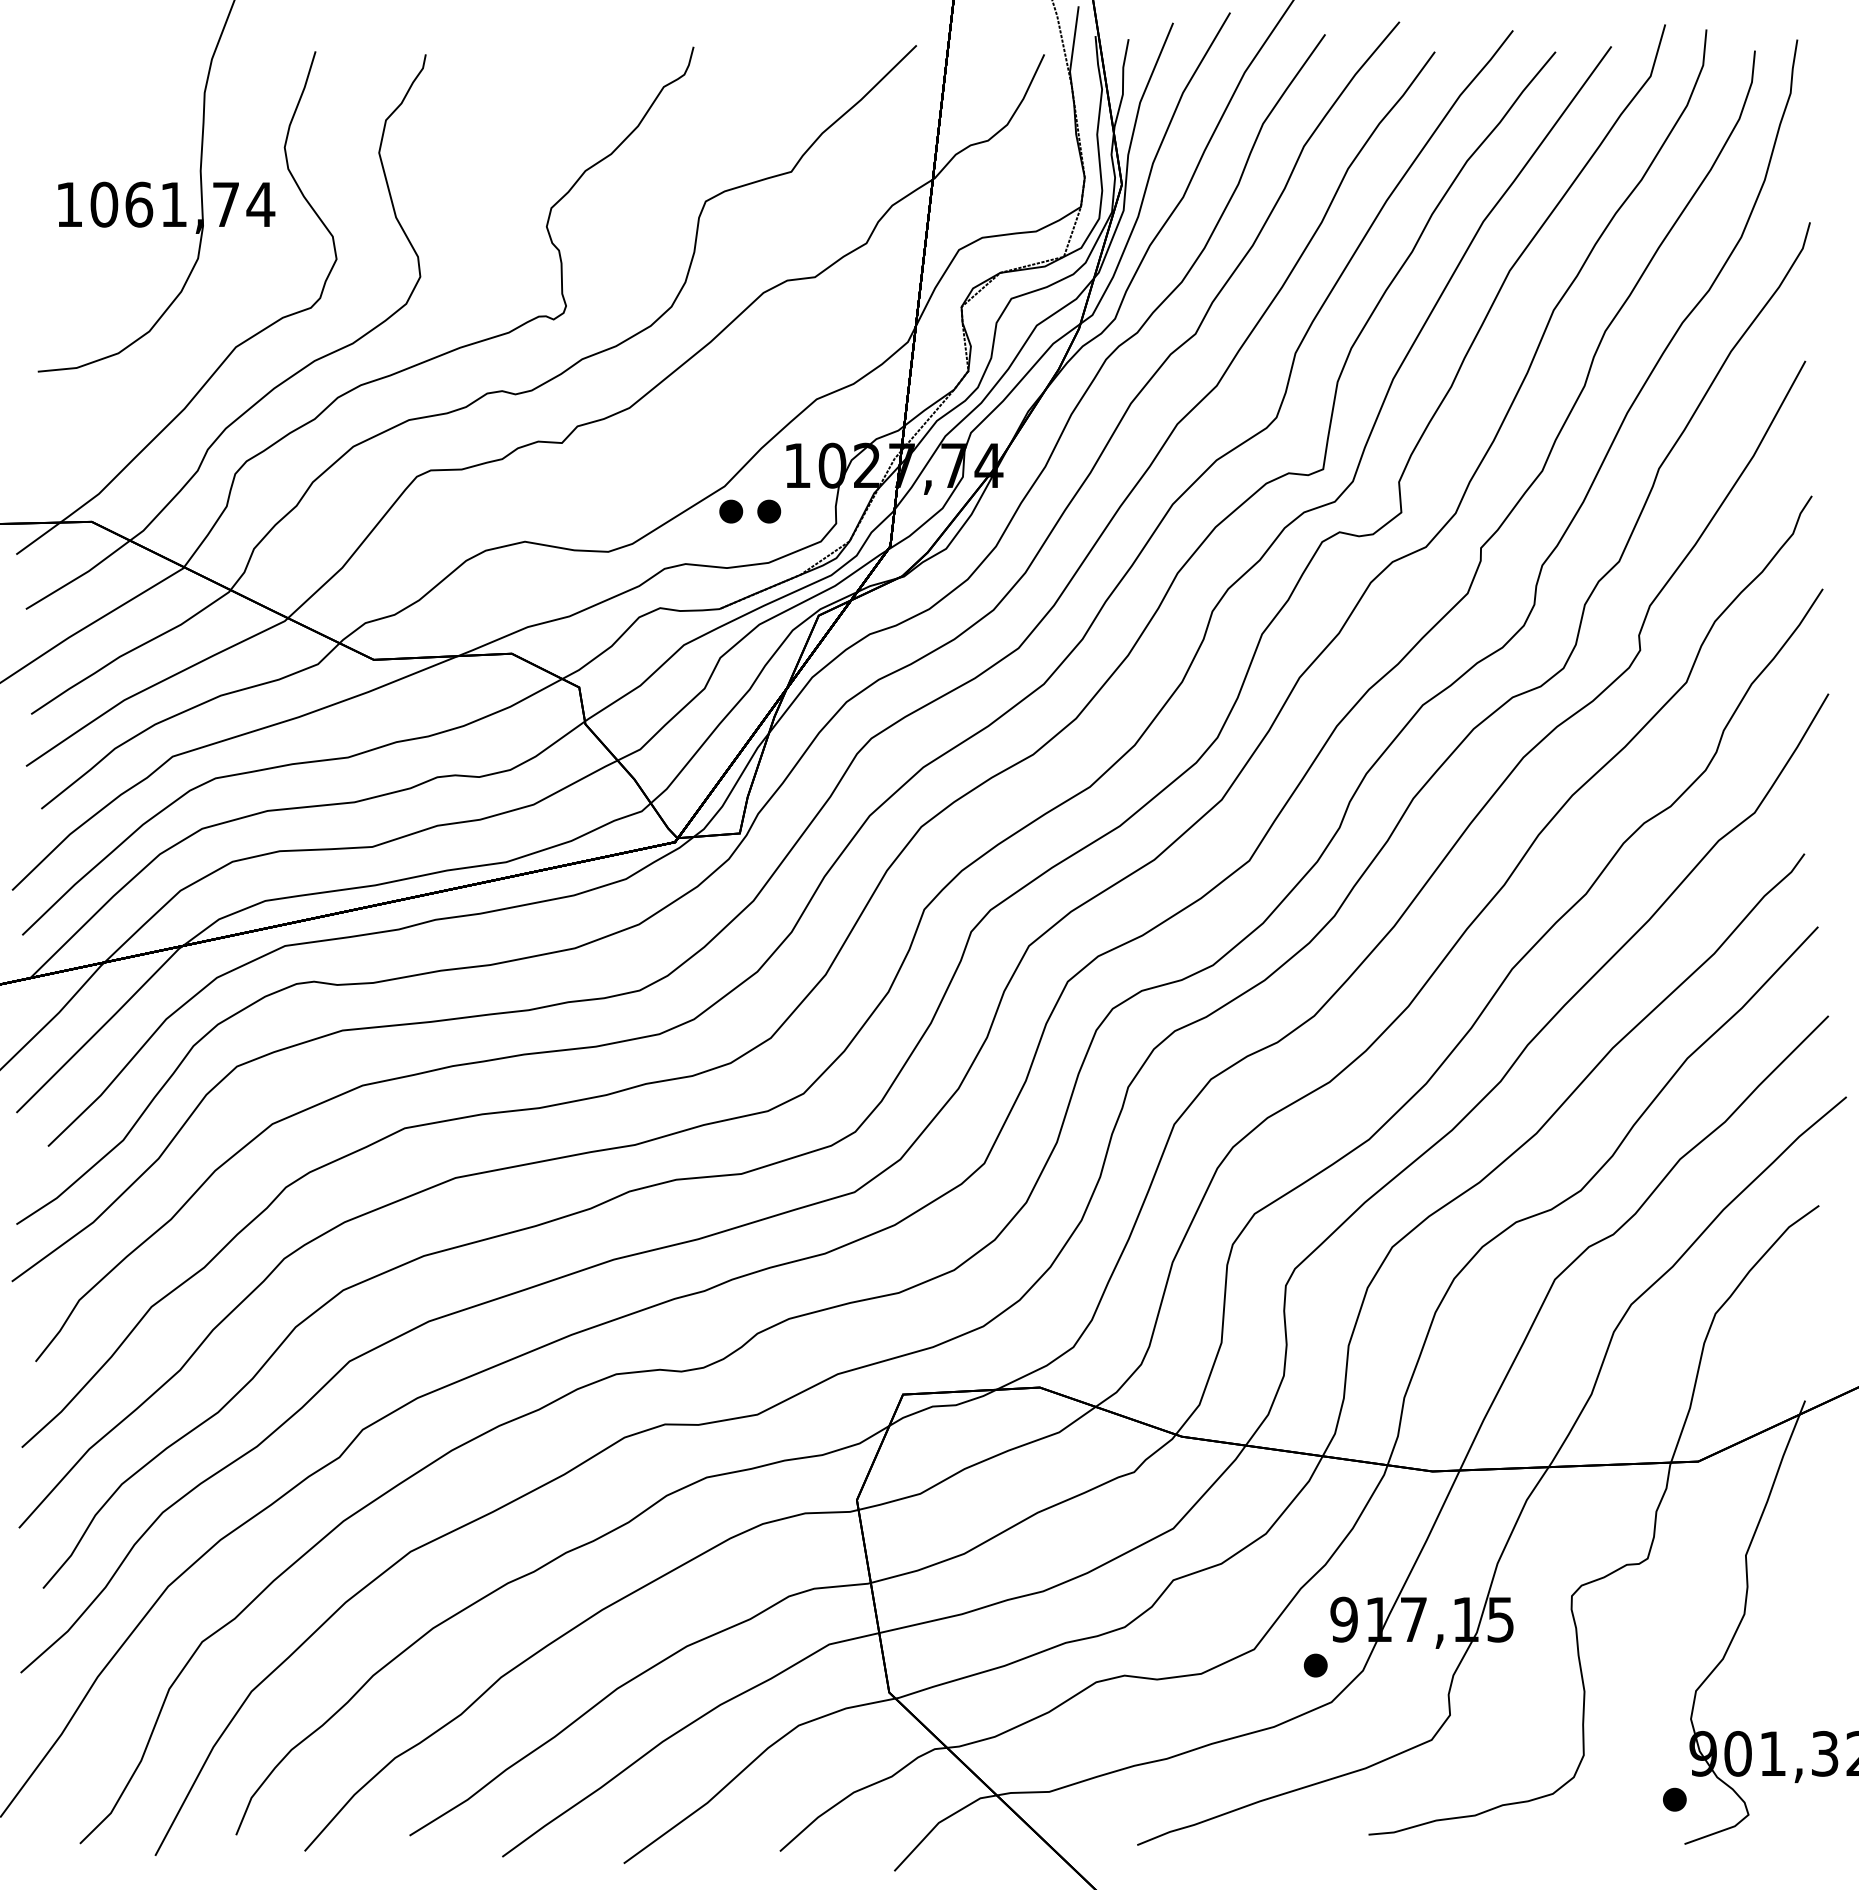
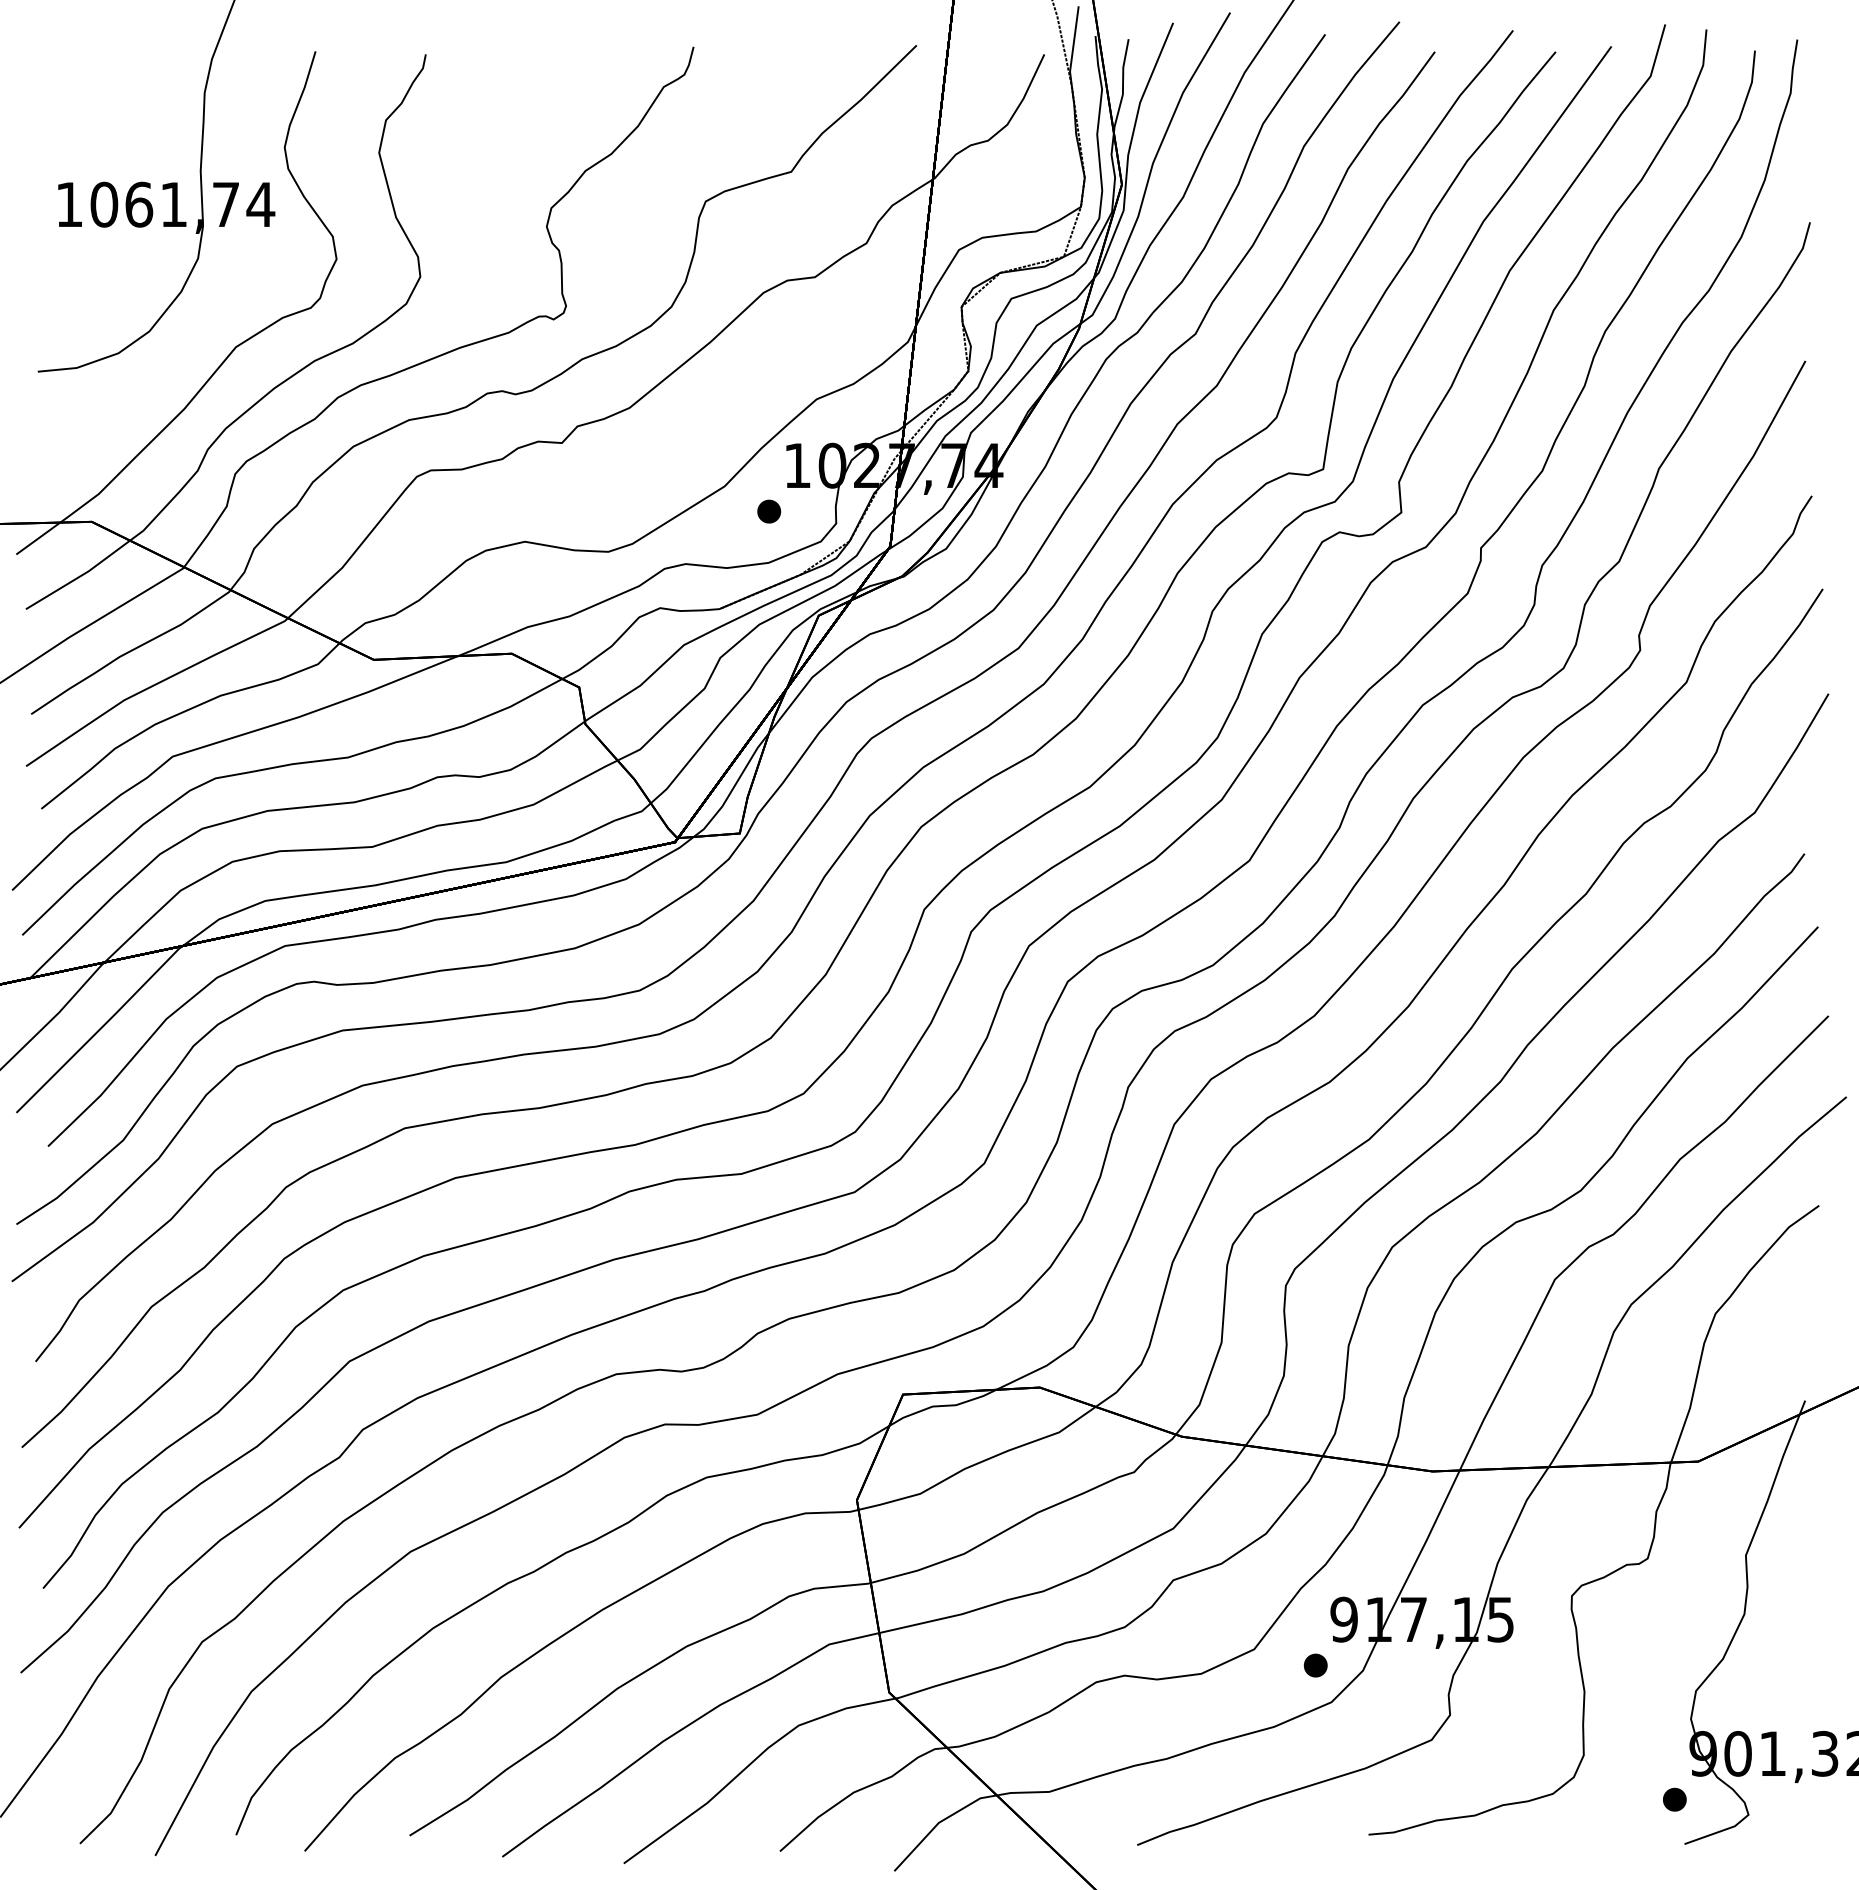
part at (731, 511): present -> none
